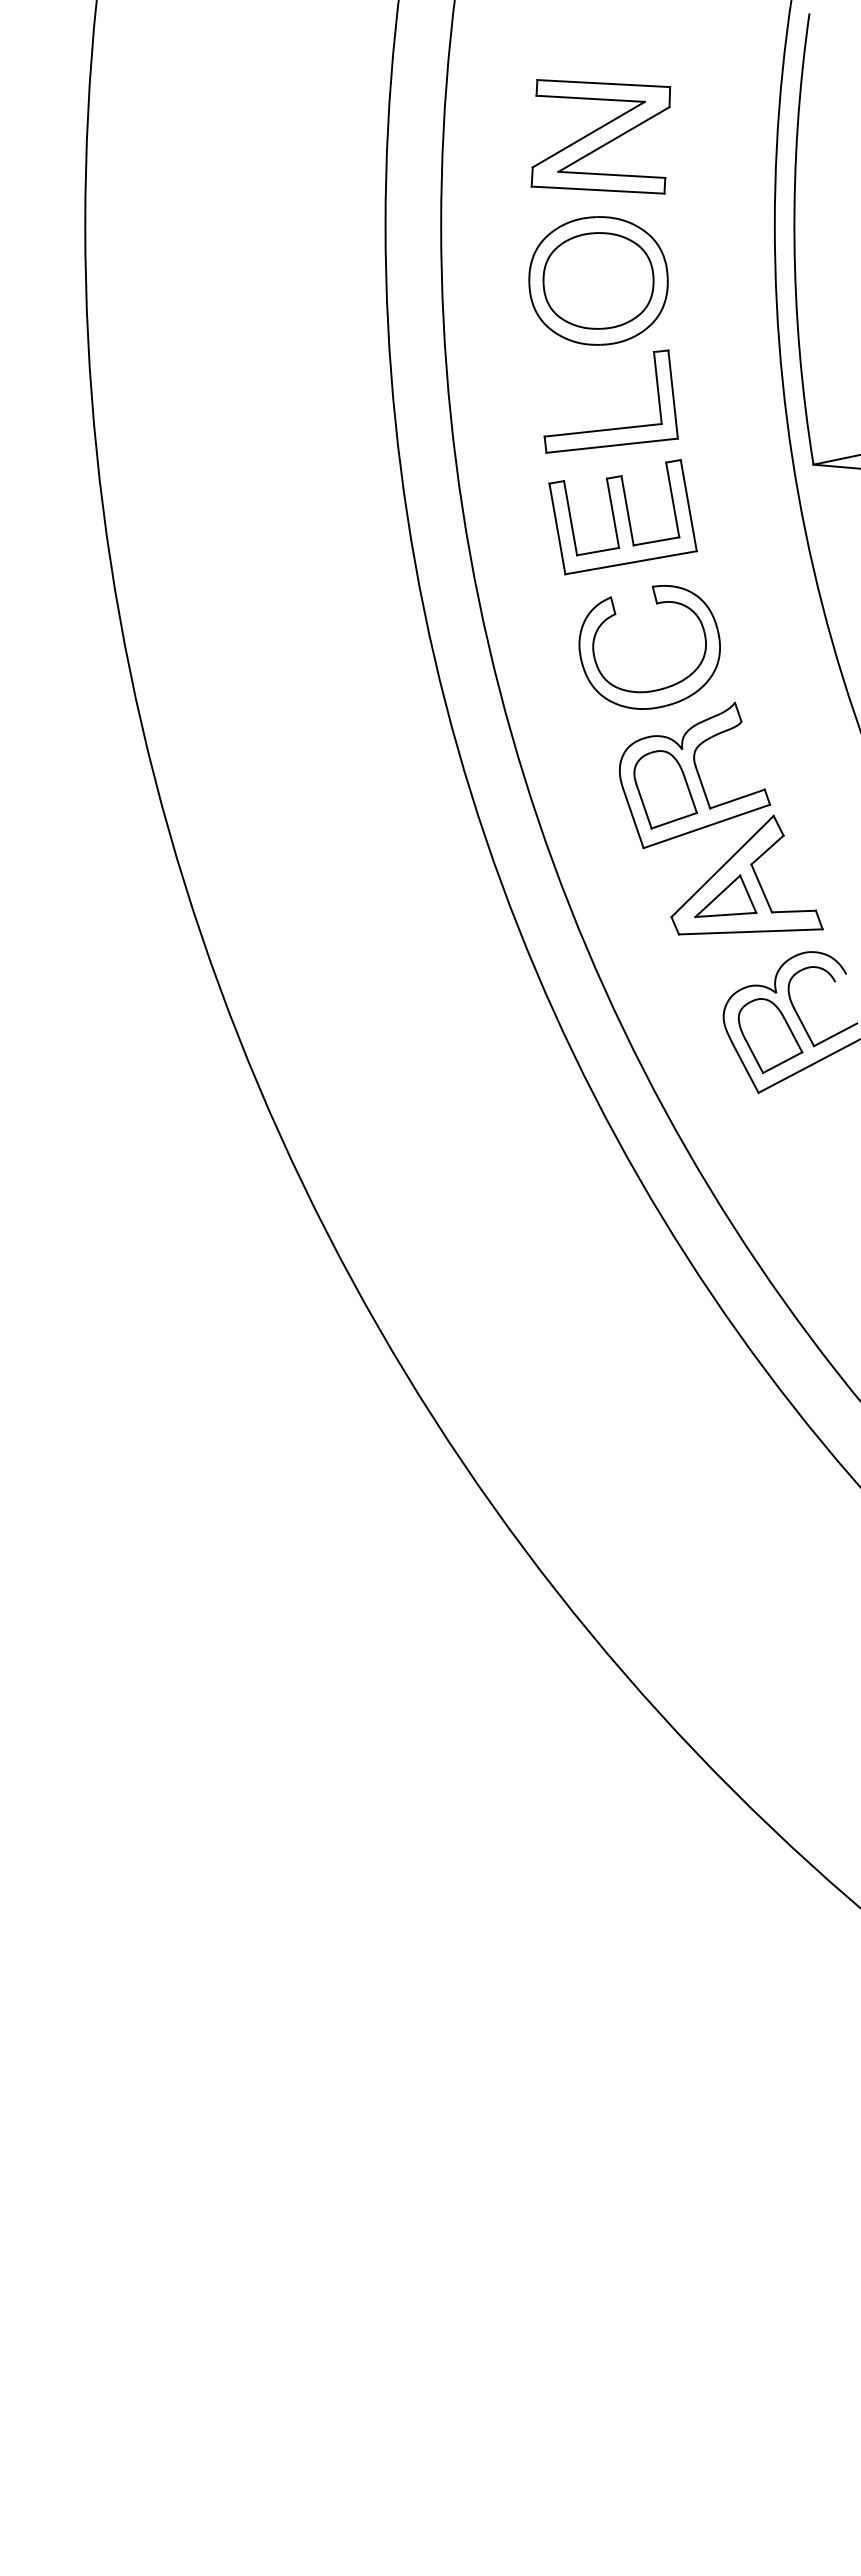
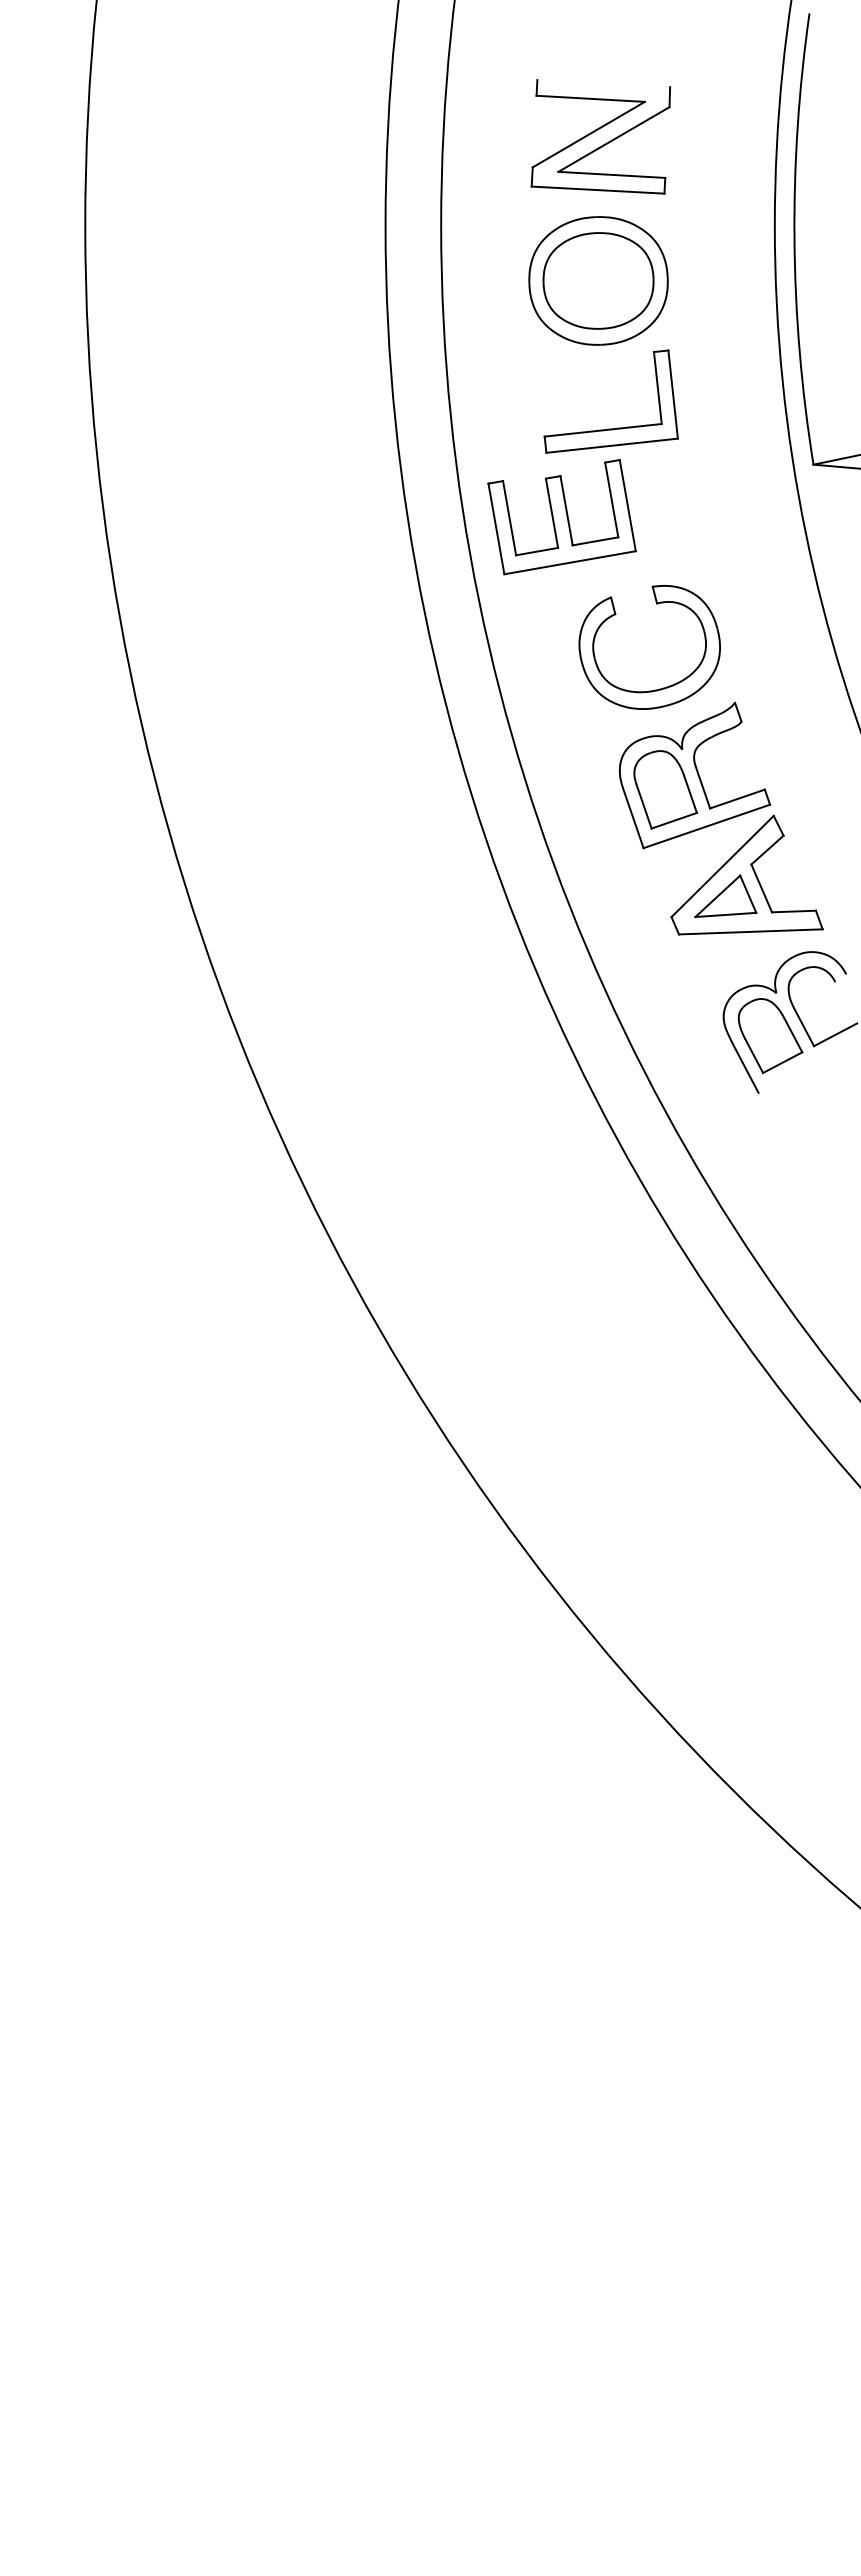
line at (603, 83): present -> none
part at (622, 517) position: (622, 517) -> (561, 517)
line at (807, 1066): present -> none
